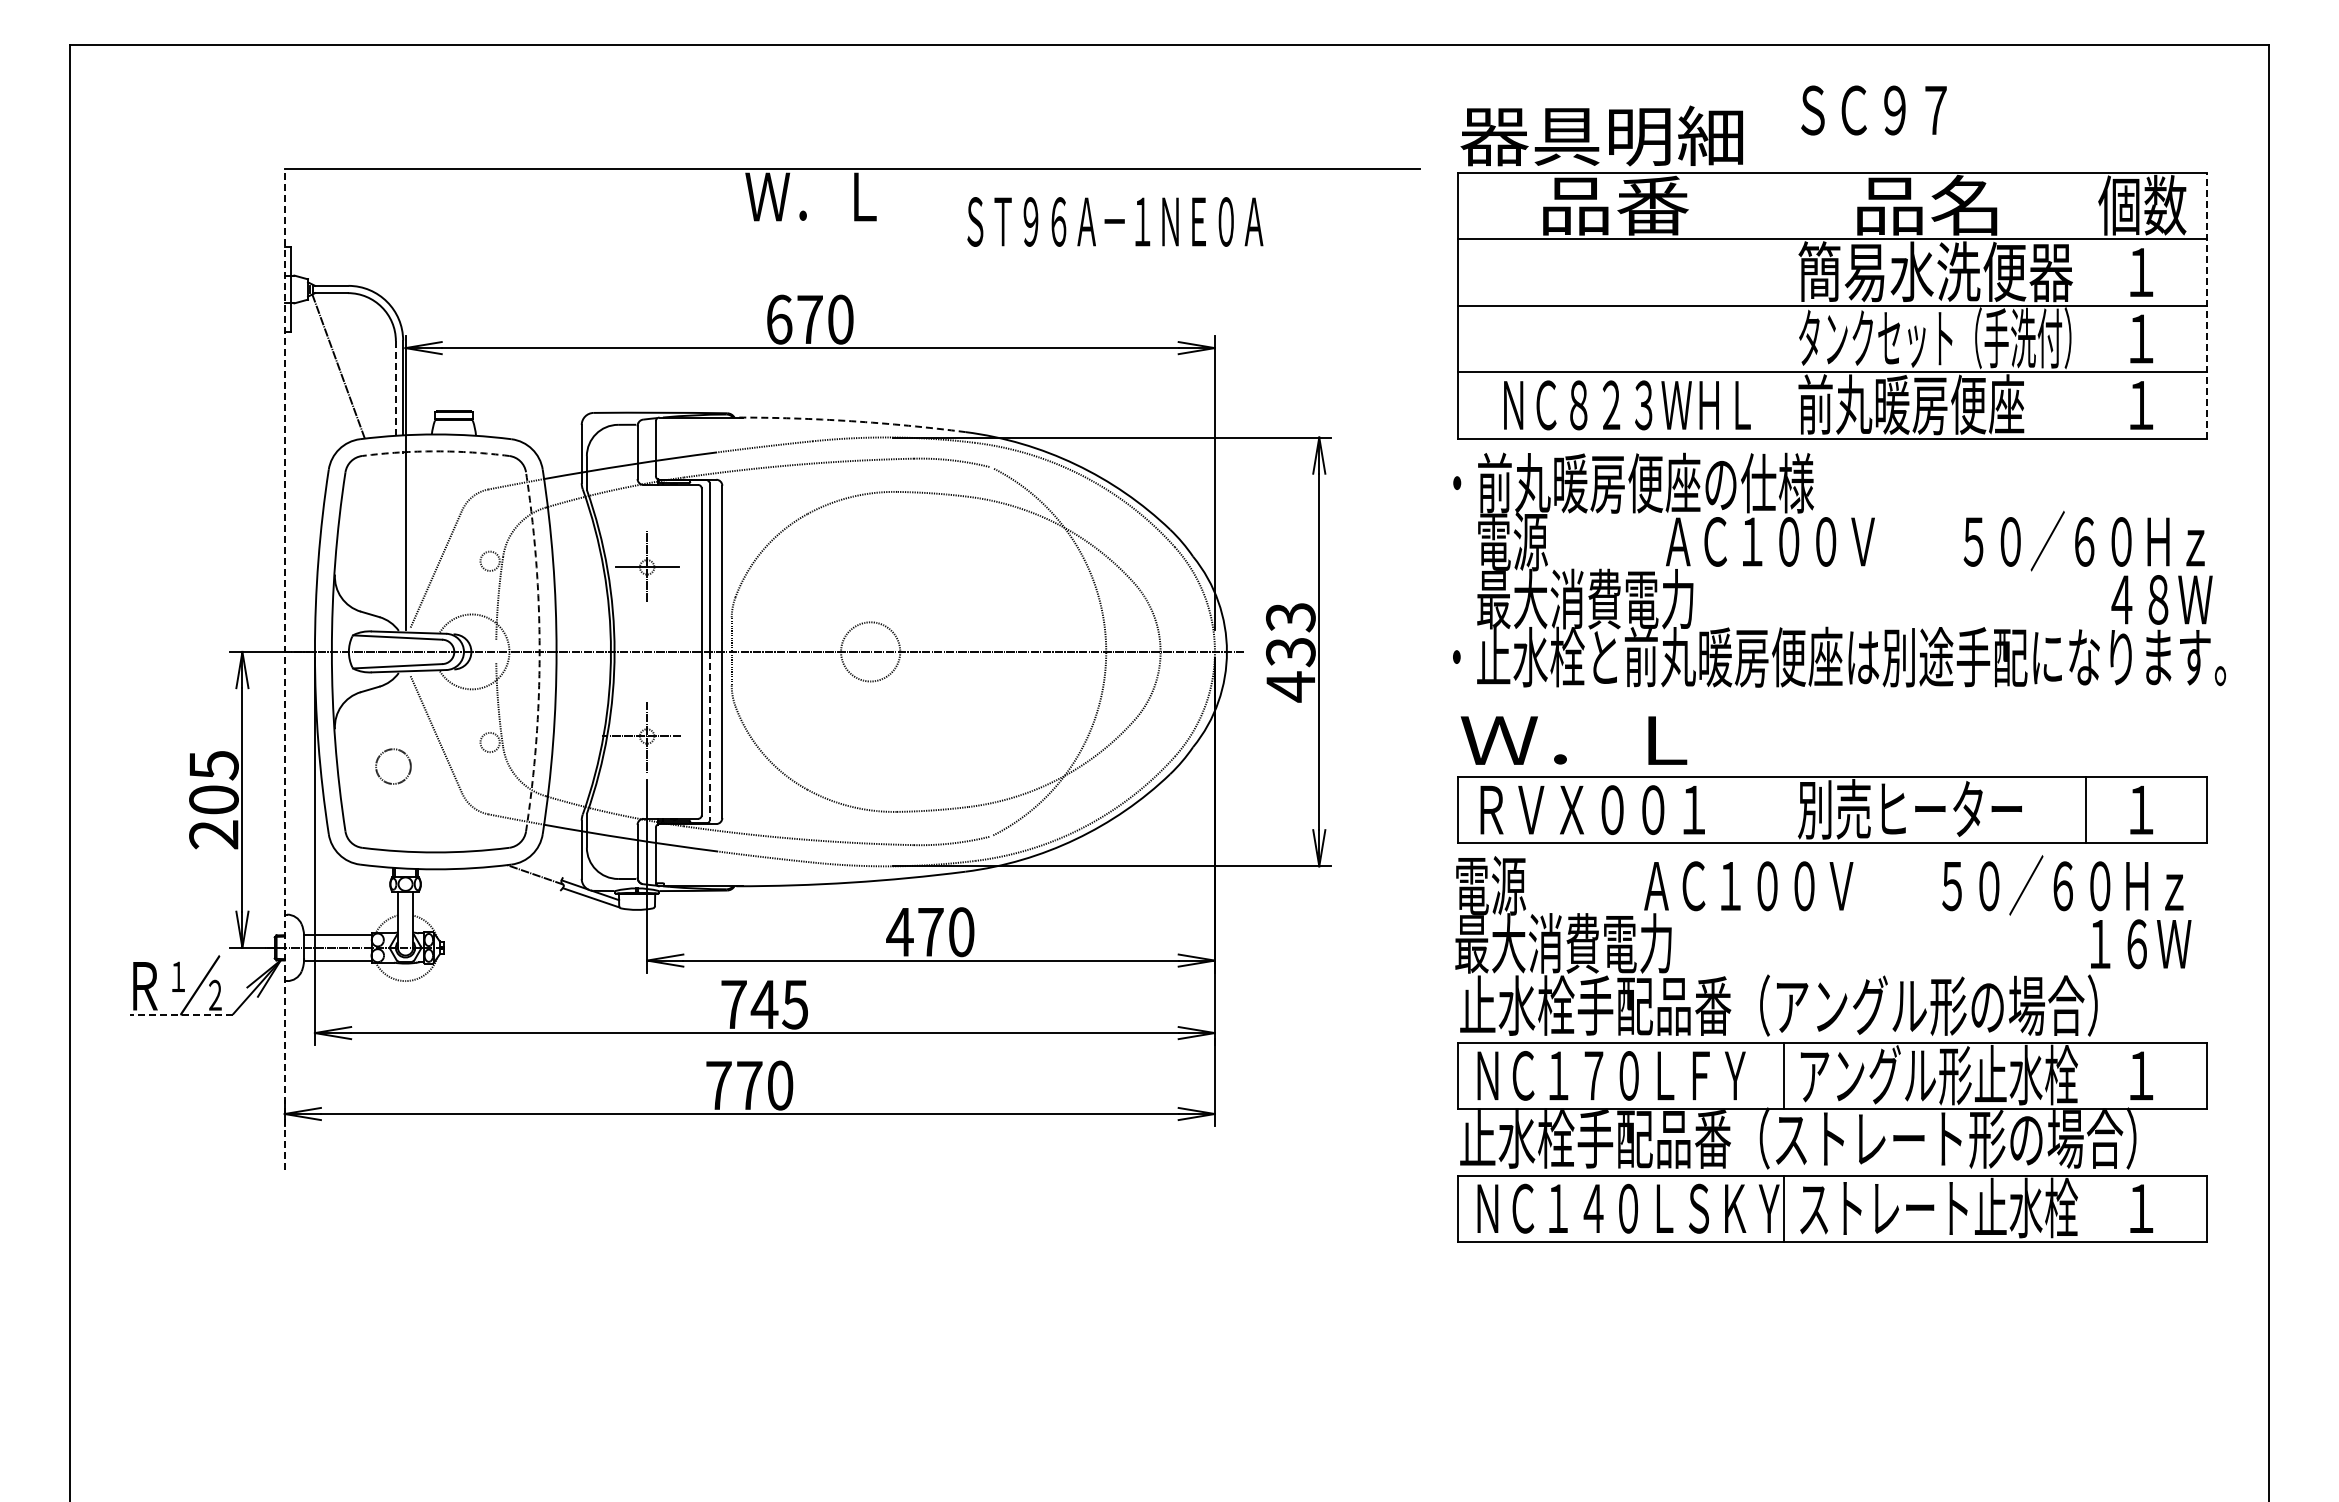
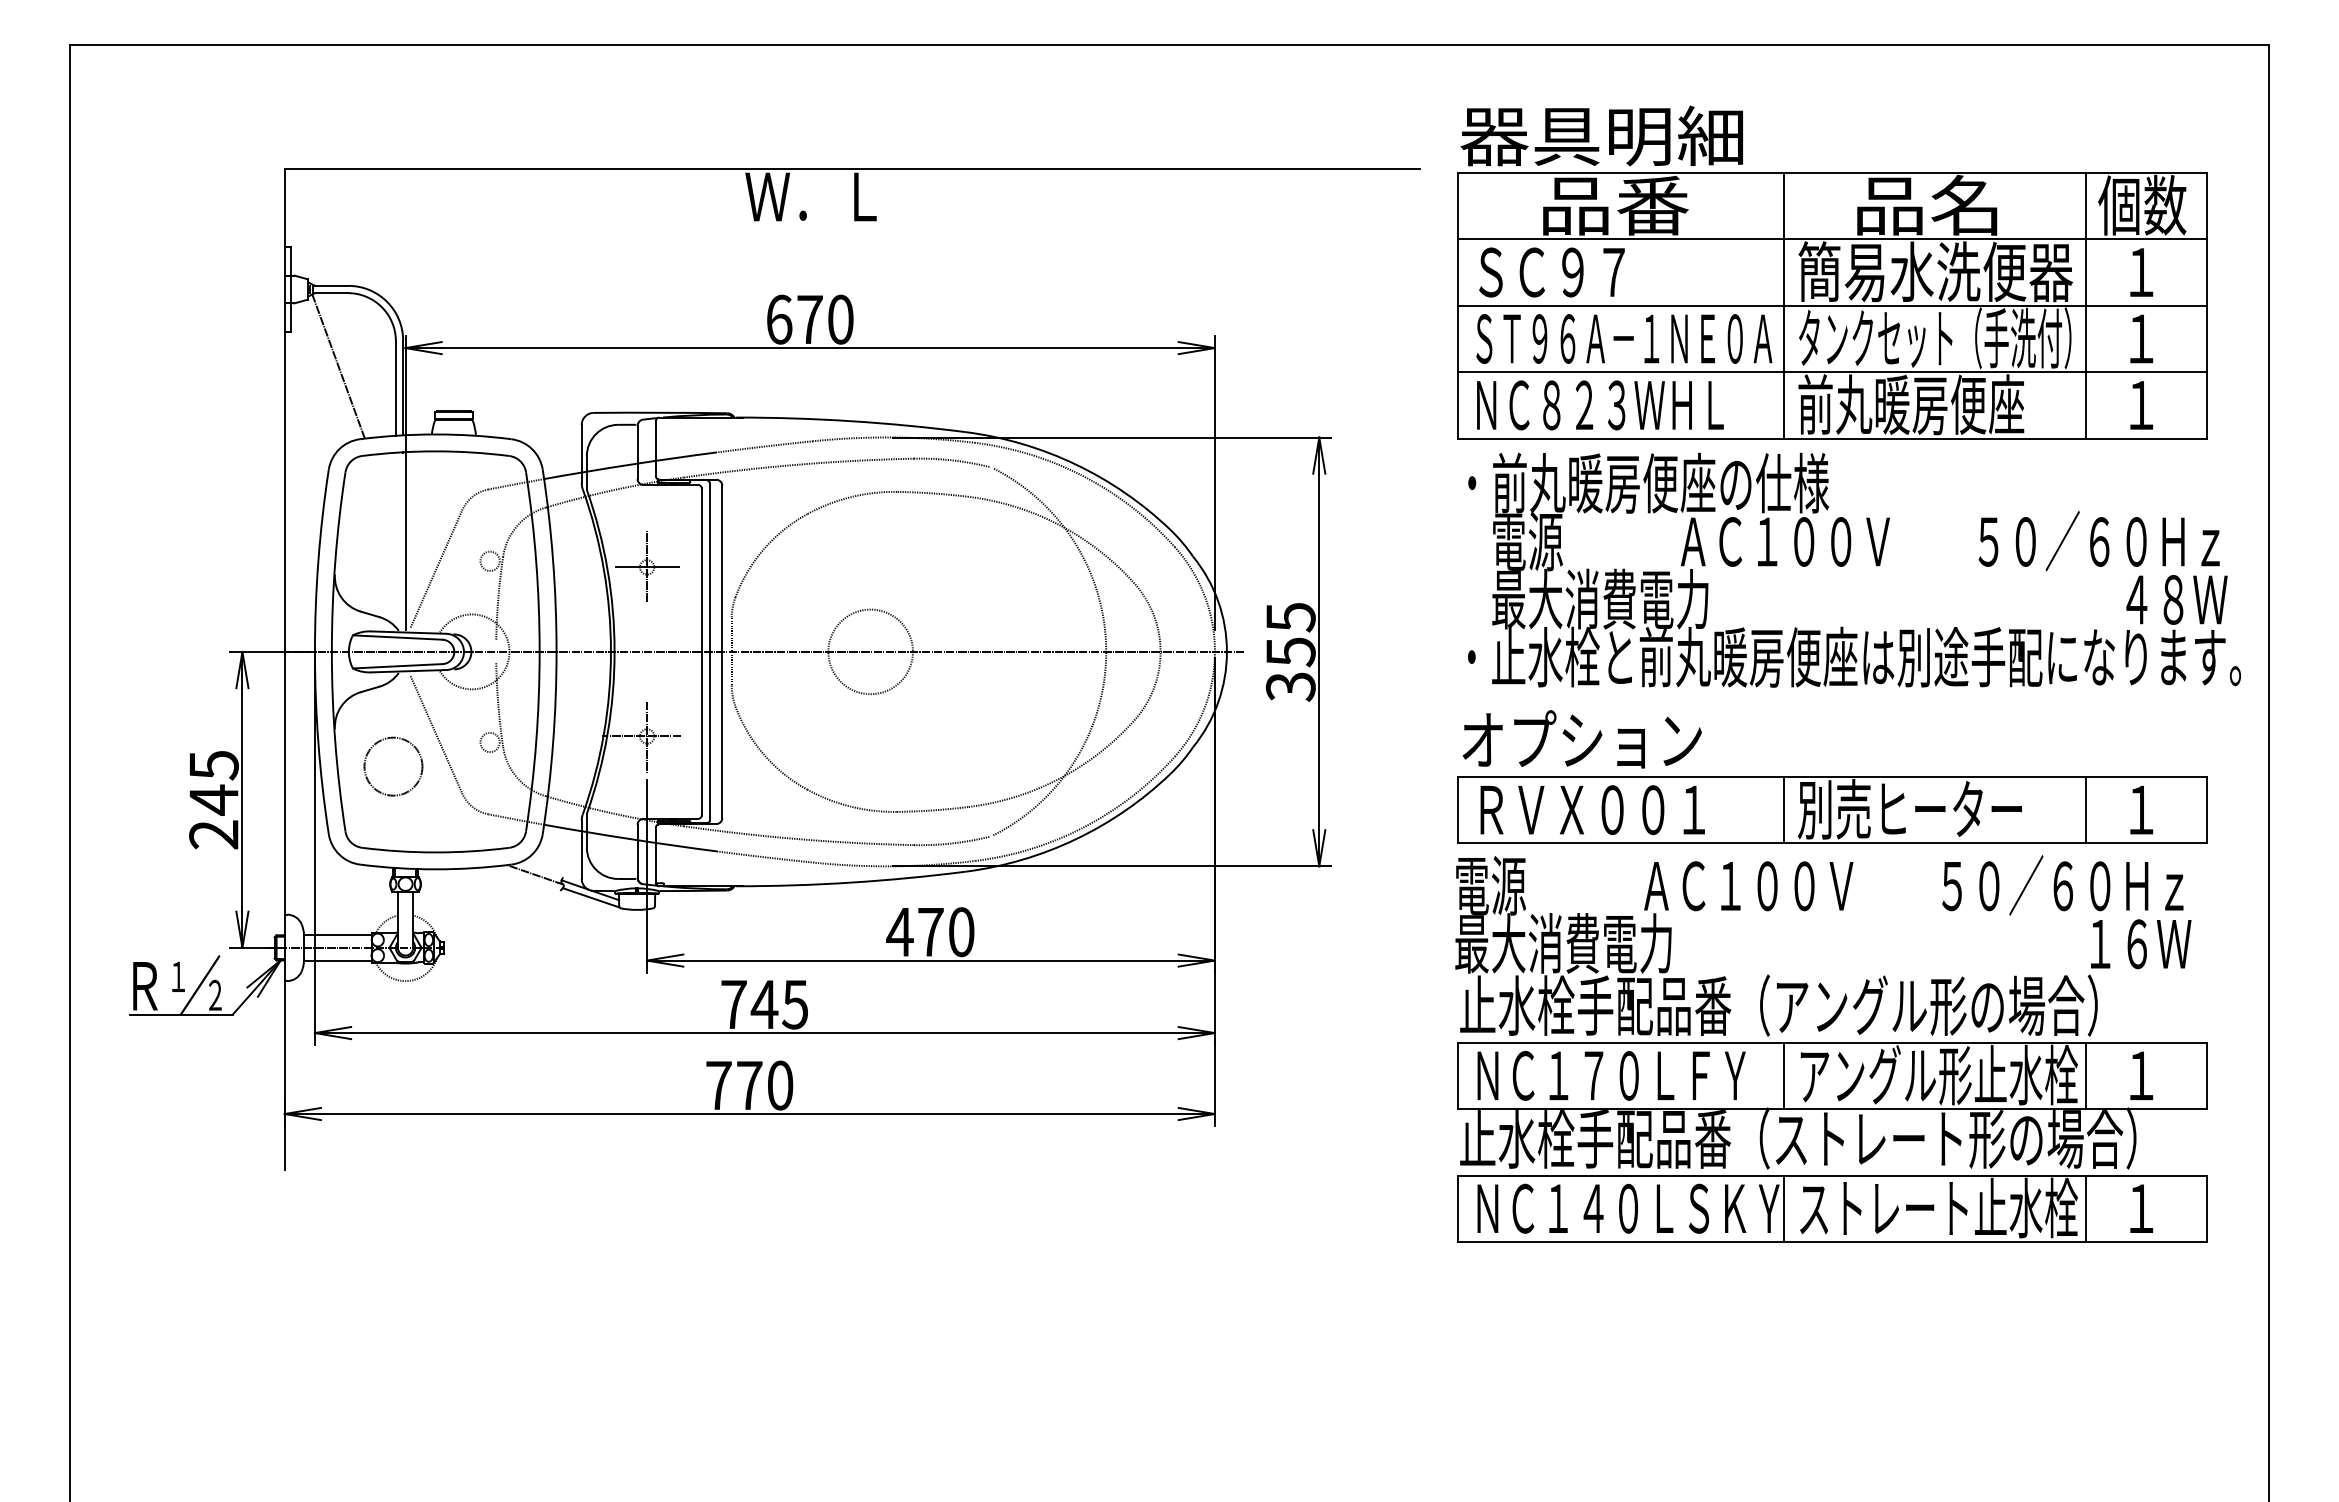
text at (1873, 110) position: (1873, 110) -> (1551, 272)
text at (1115, 221) position: (1115, 221) -> (1624, 338)
line at (1784, 305): none -> present
line at (2086, 305): none -> present
line at (2207, 305): dashed -> solid
line at (395, 387): dashed -> solid
text at (1627, 405) position: (1627, 405) -> (1600, 405)
arc at (851, 421): dashed -> solid
arc at (435, 451): dashed -> solid
text at (1839, 569) position: (1839, 569) -> (1854, 569)
arc at (539, 651): dashed -> solid
circle at (870, 651) diameter: 59 px -> 85 px
text at (1290, 652): 433 -> 355
line at (284, 668): dashed -> solid
line at (709, 736): dashed -> solid
text at (1580, 739): Ｗ．Ｌ -> オプション
circle at (393, 766) size: 37x37 px -> 61x61 px
text at (213, 799): 205 -> 245
line at (1784, 809): none -> present
line at (180, 1014): dashed -> solid
line at (2086, 1075): none -> present
line at (2086, 1208): none -> present
